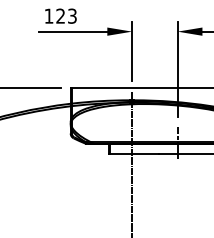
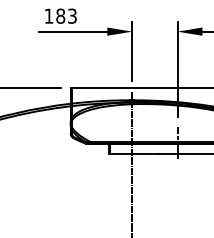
text at (60, 15): 123 -> 183
